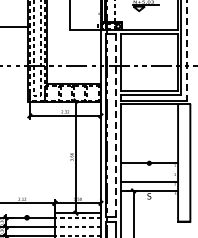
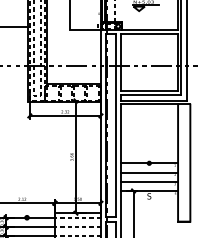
line at (187, 50): dashed -> solid
line at (115, 125): dashed -> solid
line at (149, 172): none -> present
